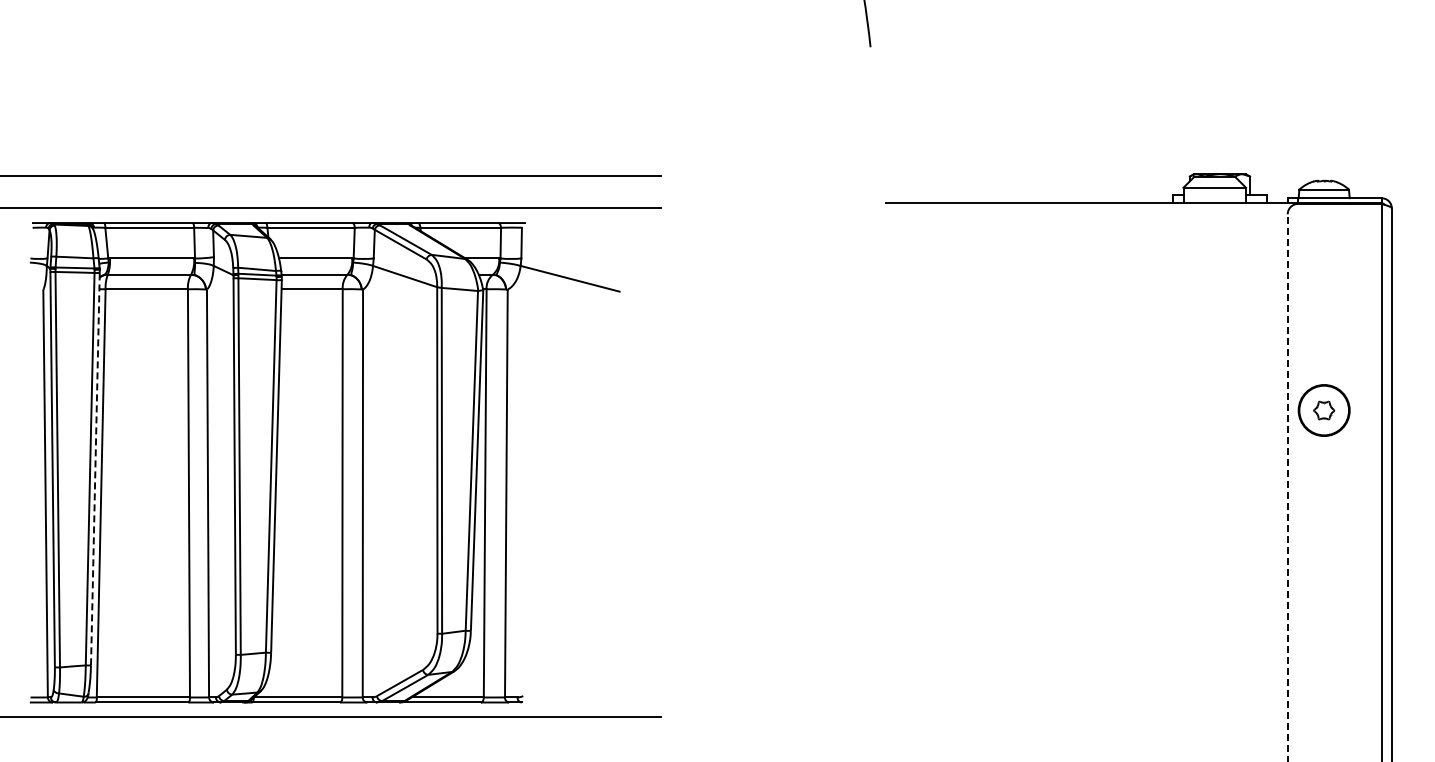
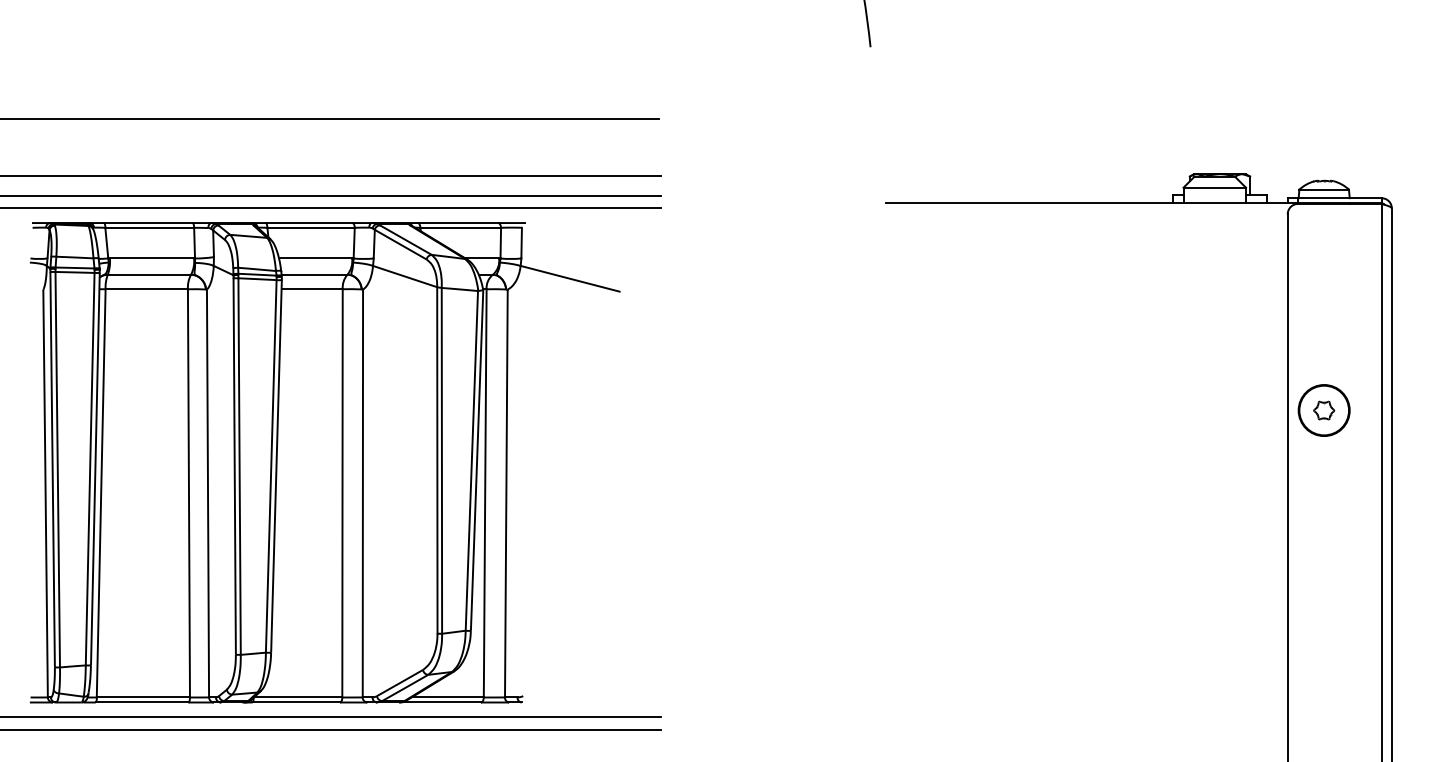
line at (330, 118): none -> present
line at (331, 195): none -> present
line at (95, 469): dashed -> solid
line at (1287, 487): dashed -> solid
line at (331, 729): none -> present
